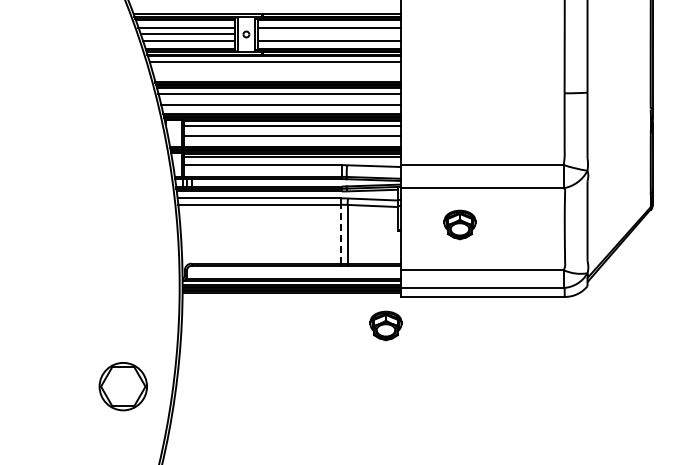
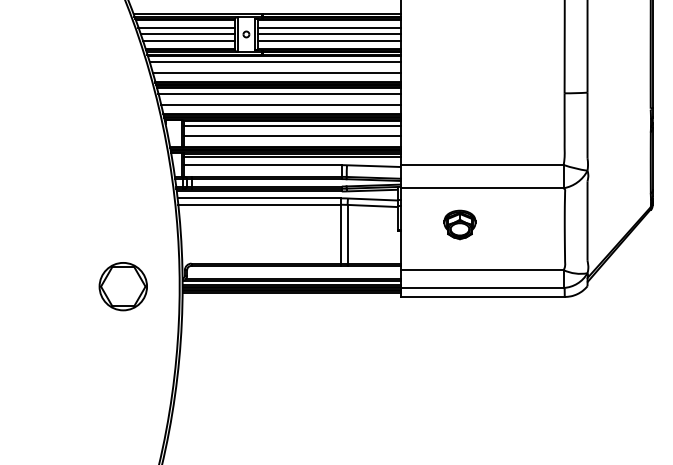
line at (329, 34): none -> present
line at (276, 72): none -> present
line at (341, 233): dashed -> solid
part at (385, 325): present -> none
part at (122, 386) position: (122, 386) -> (122, 286)
